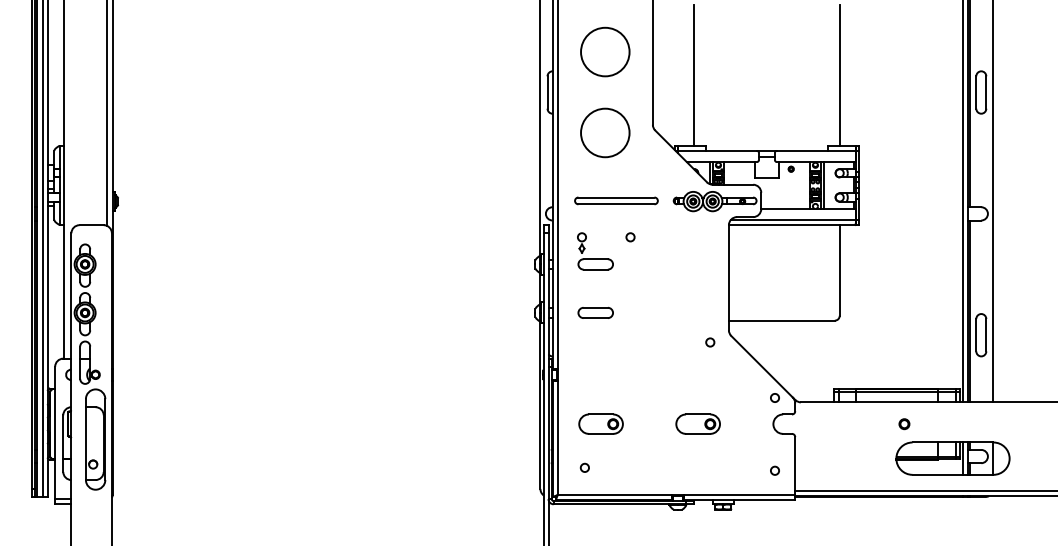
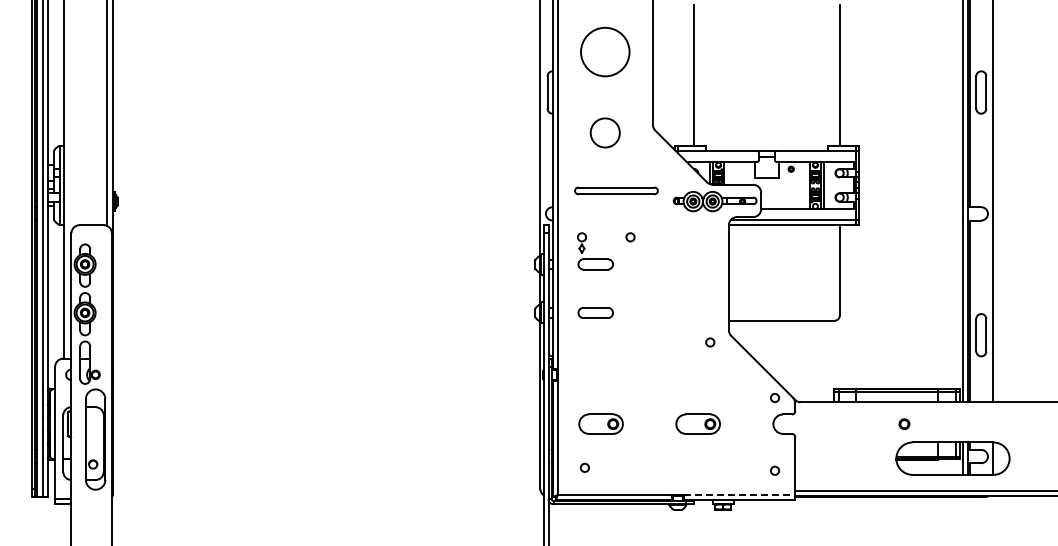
circle at (605, 132) diameter: 49 px -> 29 px
part at (616, 200) position: (616, 200) -> (616, 190)
line at (739, 495): solid -> dashed
